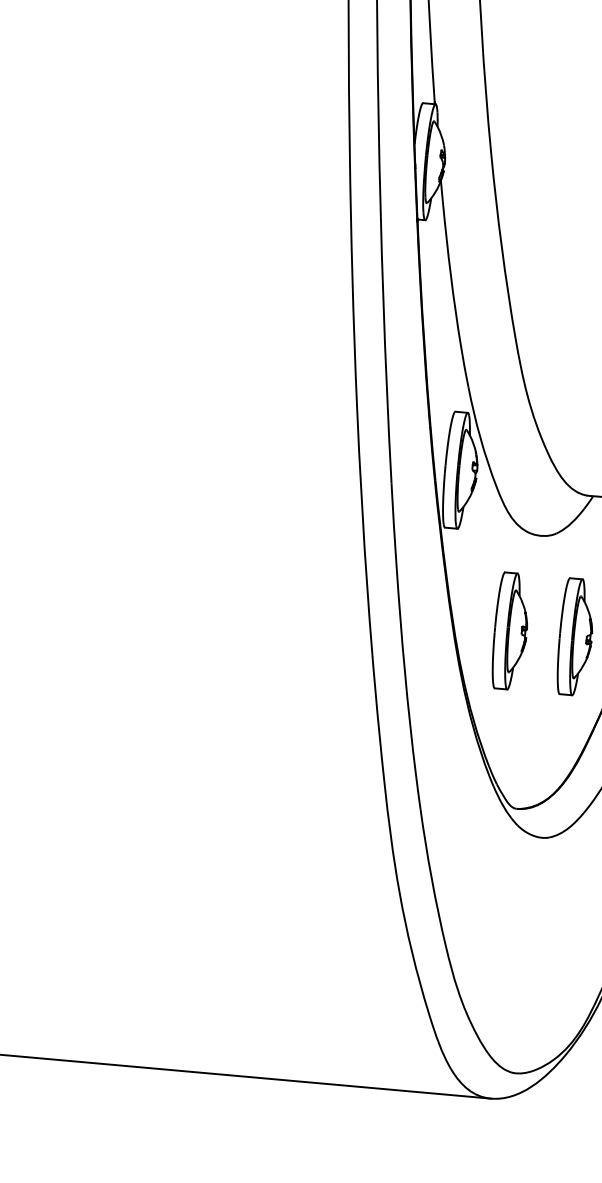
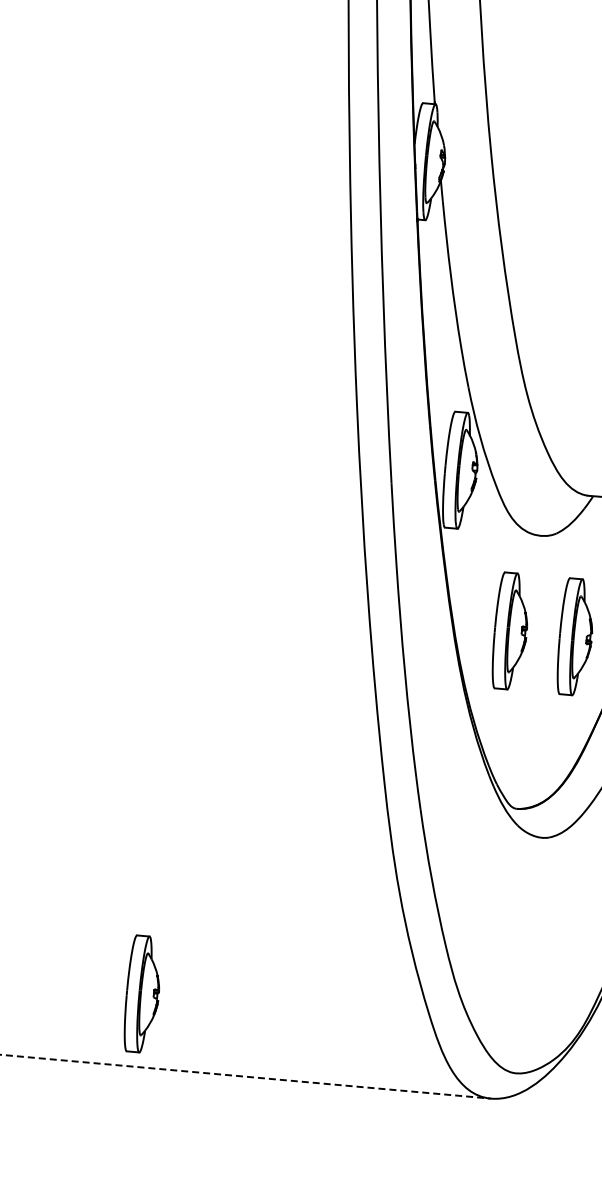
part at (141, 993): none -> present
line at (245, 1076): solid -> dashed
